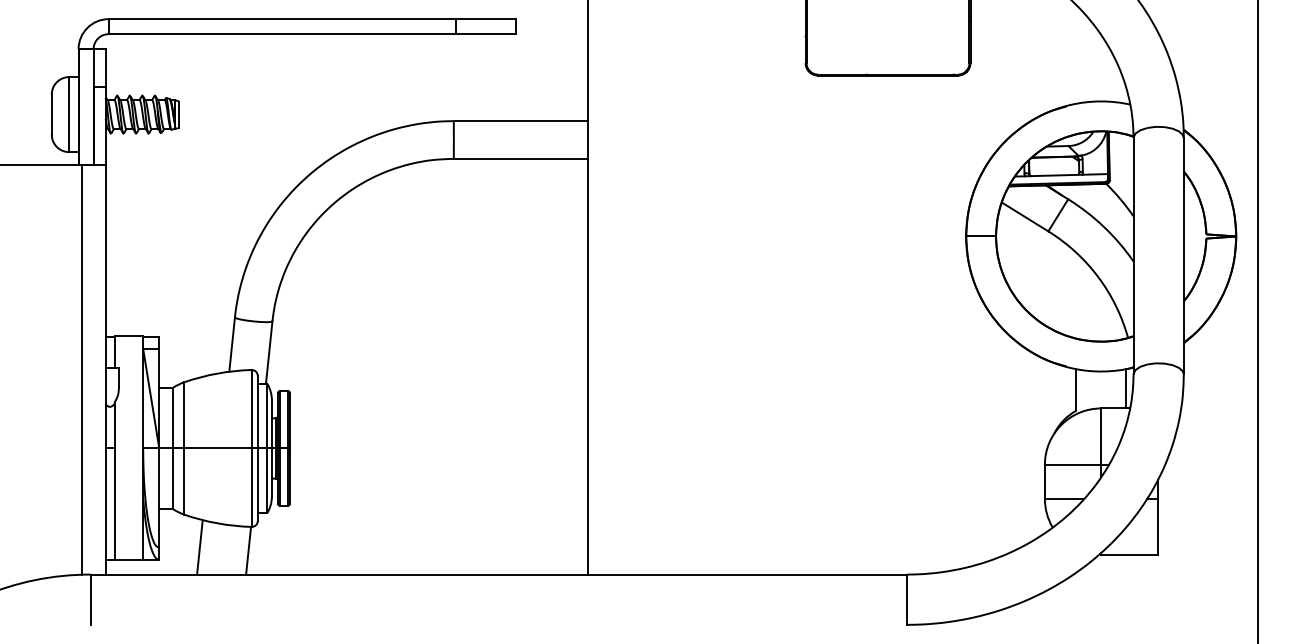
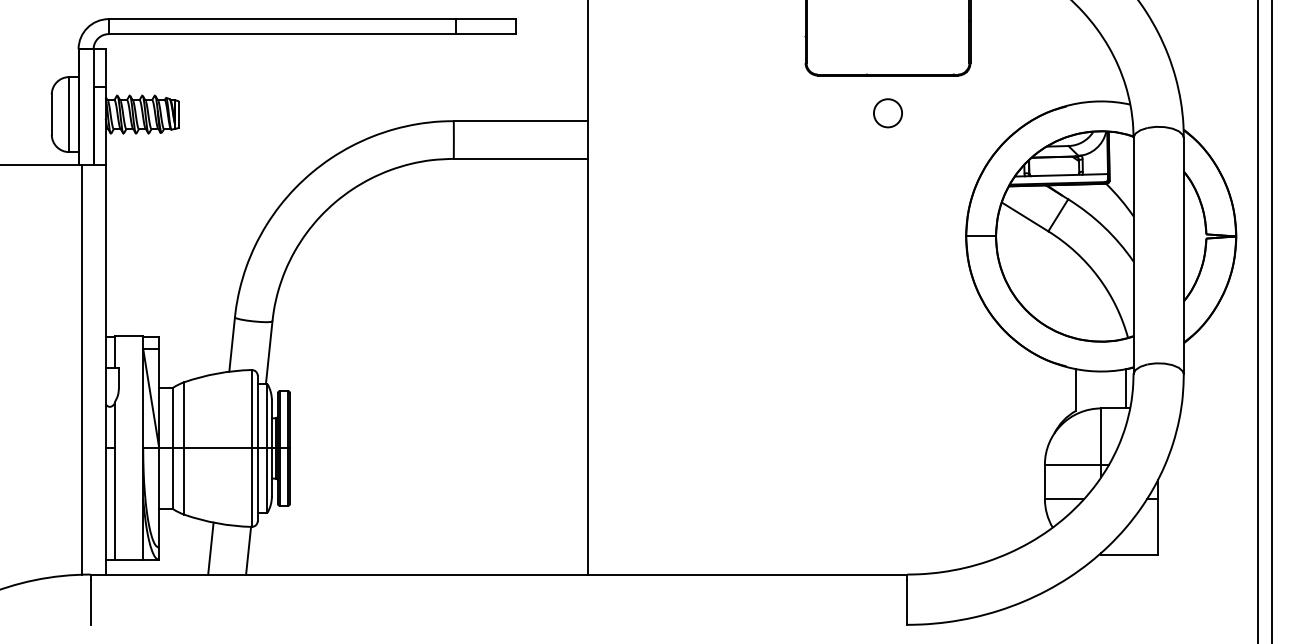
circle at (887, 113): none -> present
line at (1272, 321): none -> present
line at (199, 547) position: (199, 547) -> (210, 548)
